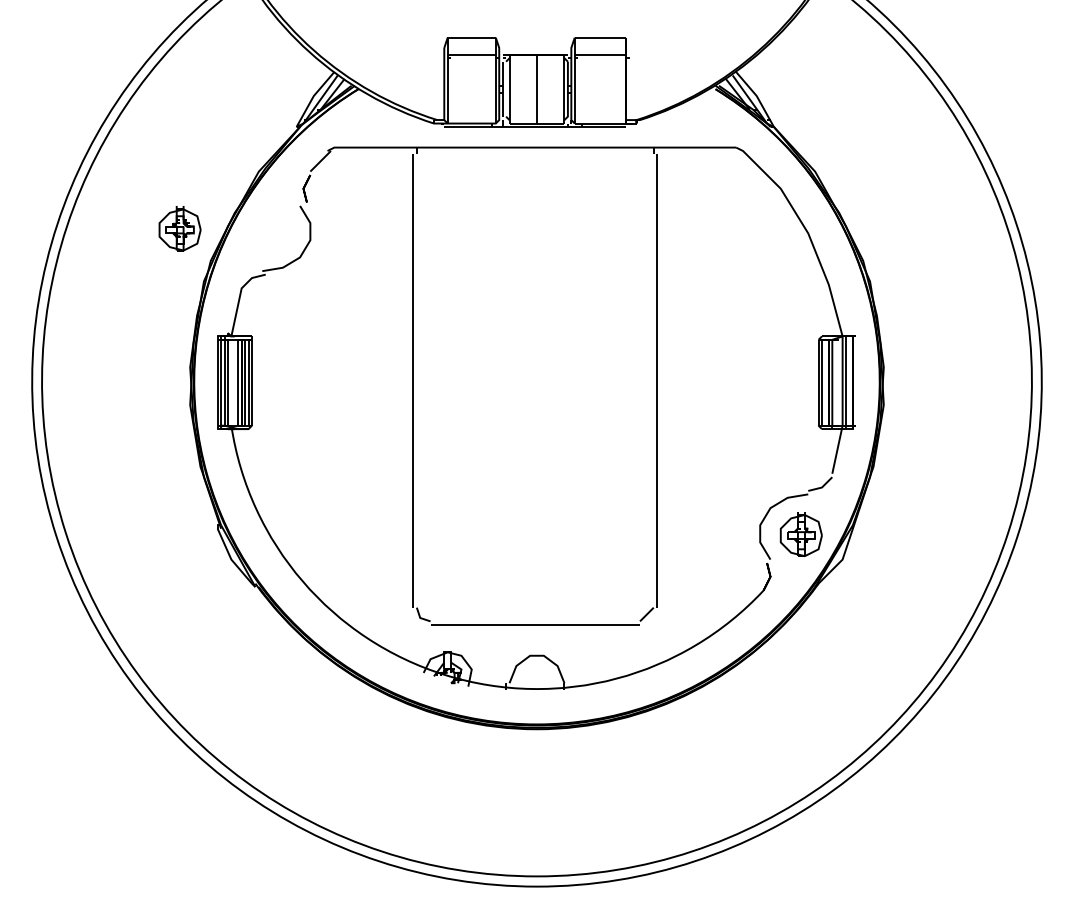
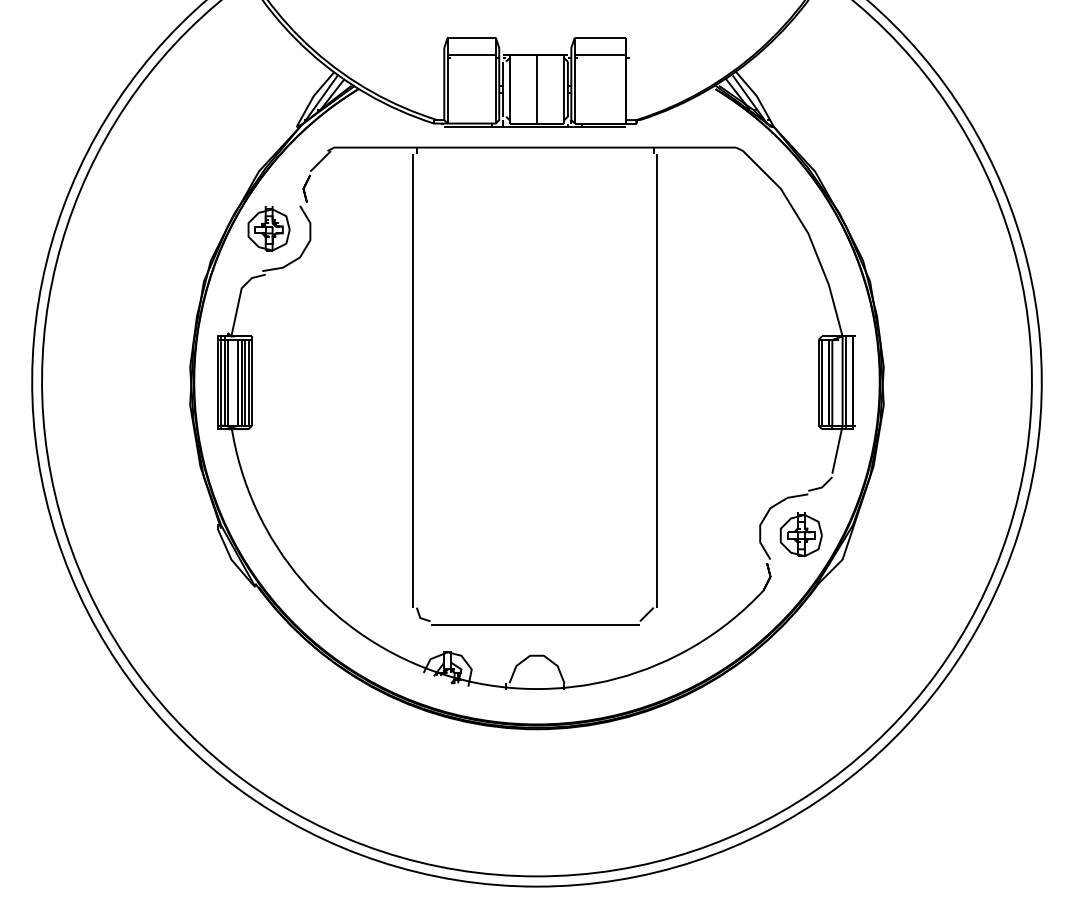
part at (179, 228) position: (179, 228) -> (268, 228)
